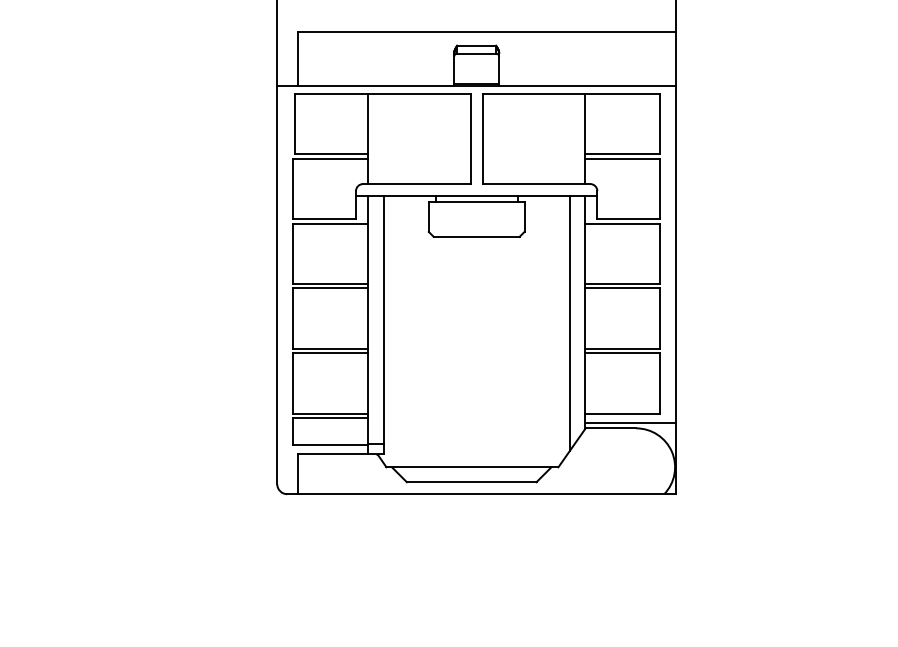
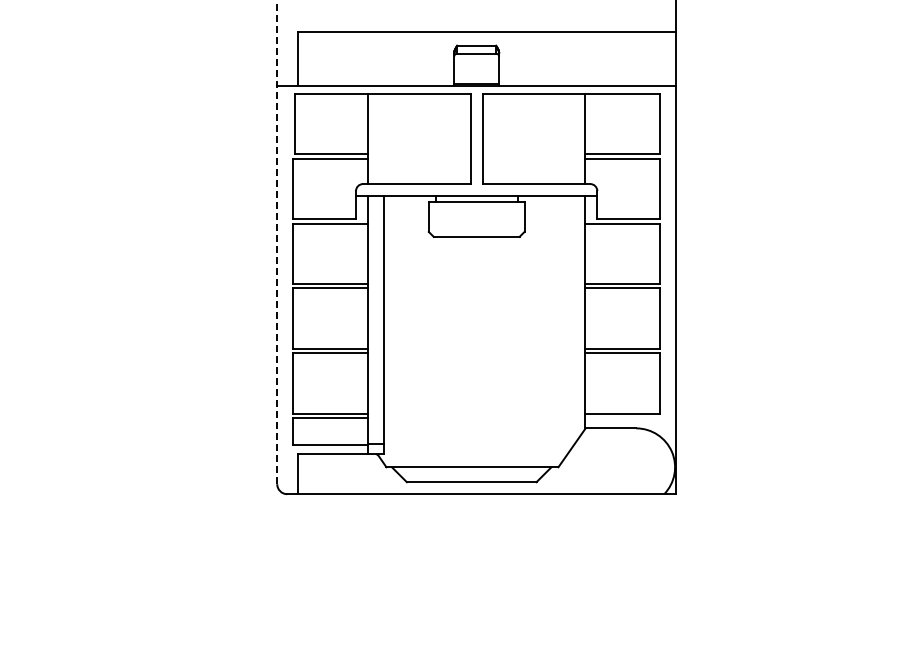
line at (277, 242): solid -> dashed
line at (569, 323): present -> none
line at (630, 423): present -> none
